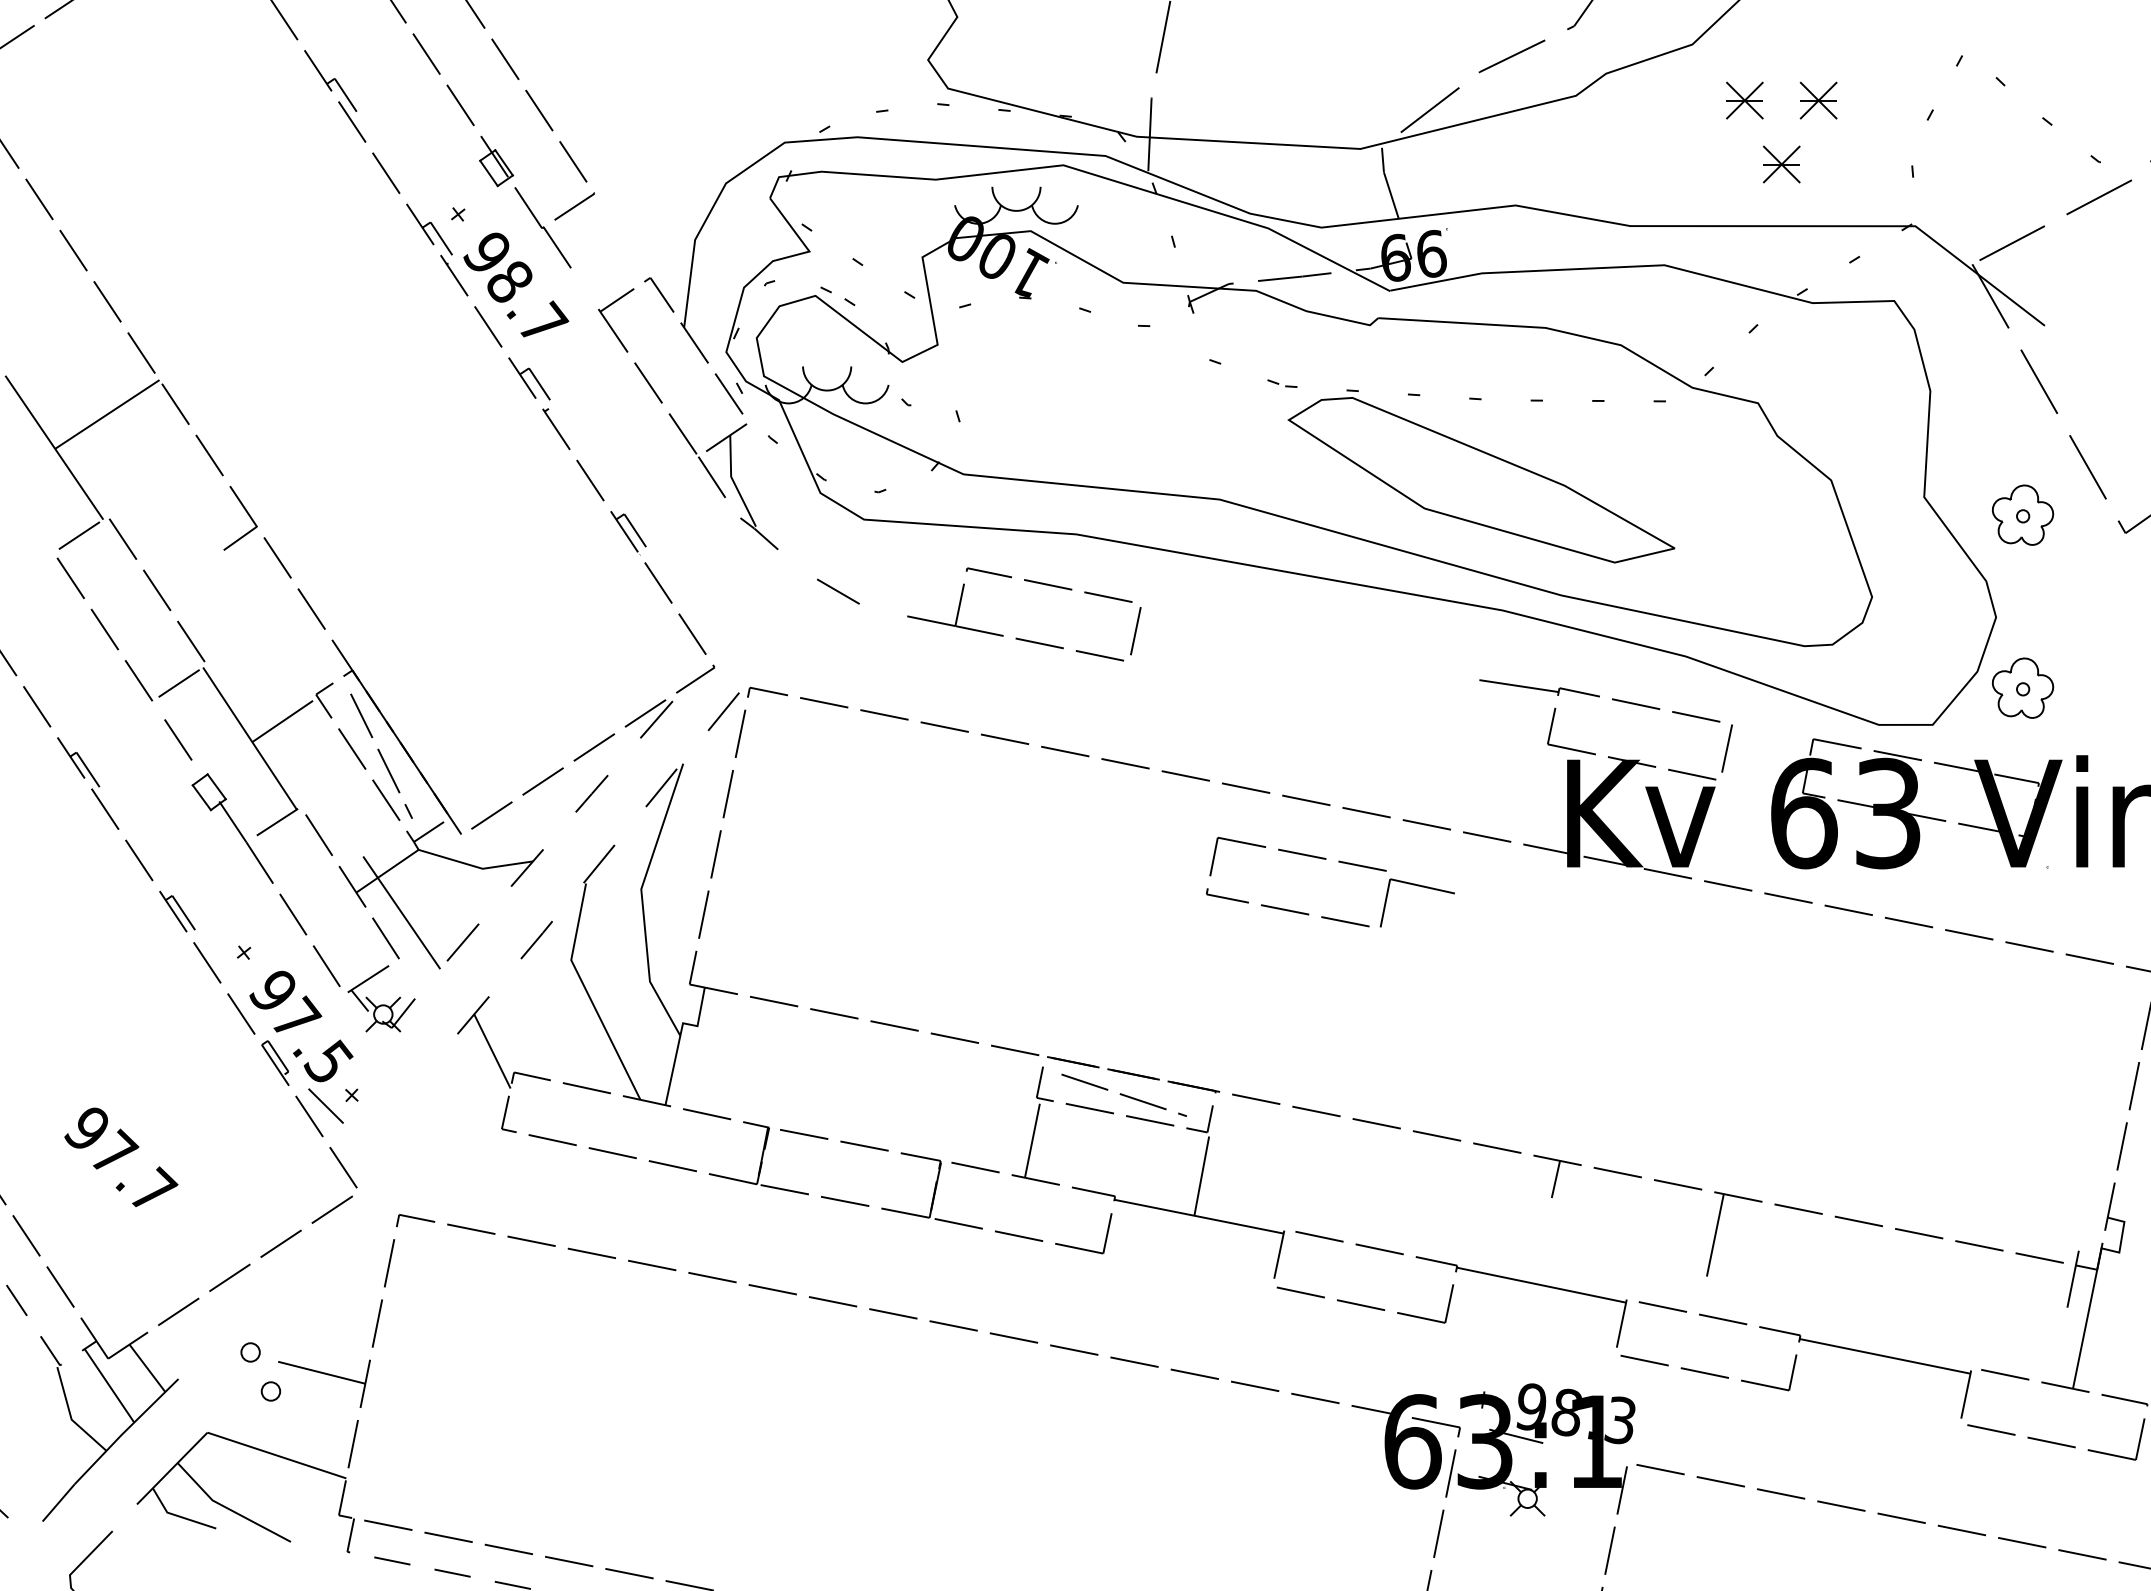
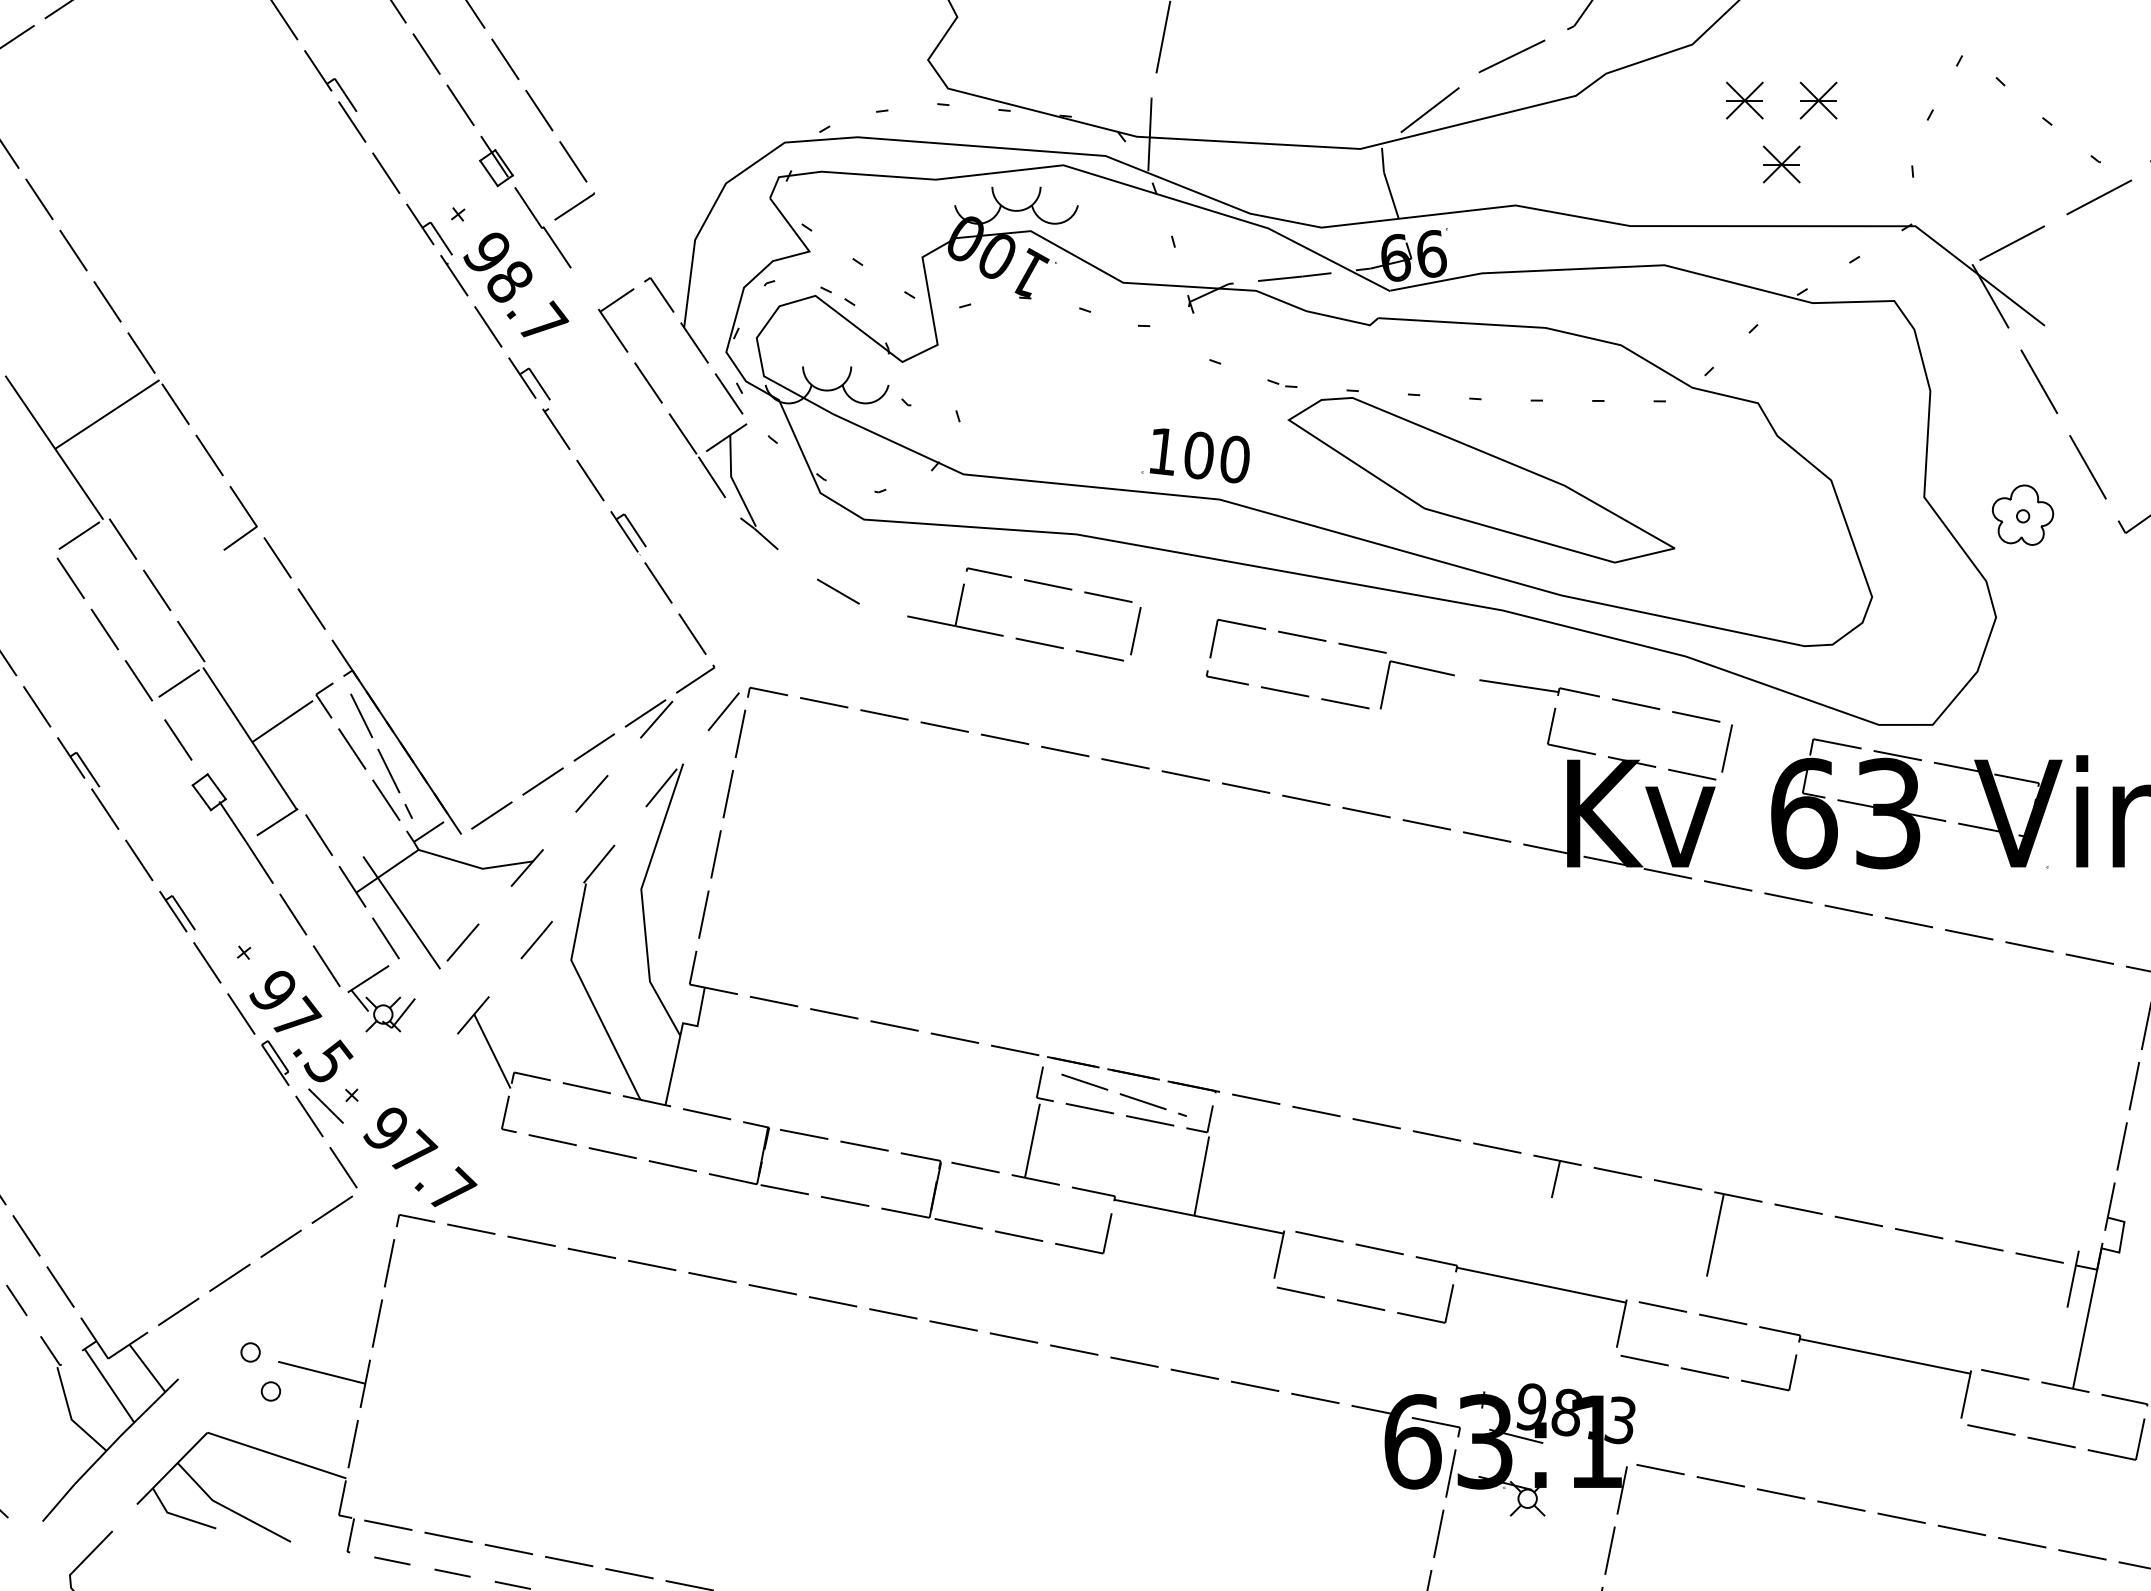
part at (1195, 455): none -> present
part at (2022, 687): present -> none
part at (1338, 862) position: (1338, 862) -> (1338, 644)
text at (121, 1156) position: (121, 1156) -> (420, 1156)
